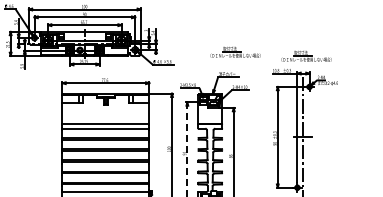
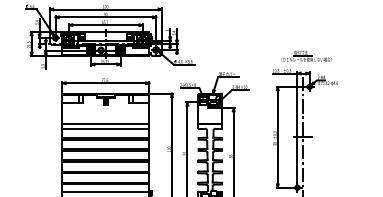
part at (89, 36) position: (89, 36) -> (110, 36)
part at (235, 51): present -> none
line at (187, 149): dashed -> solid
